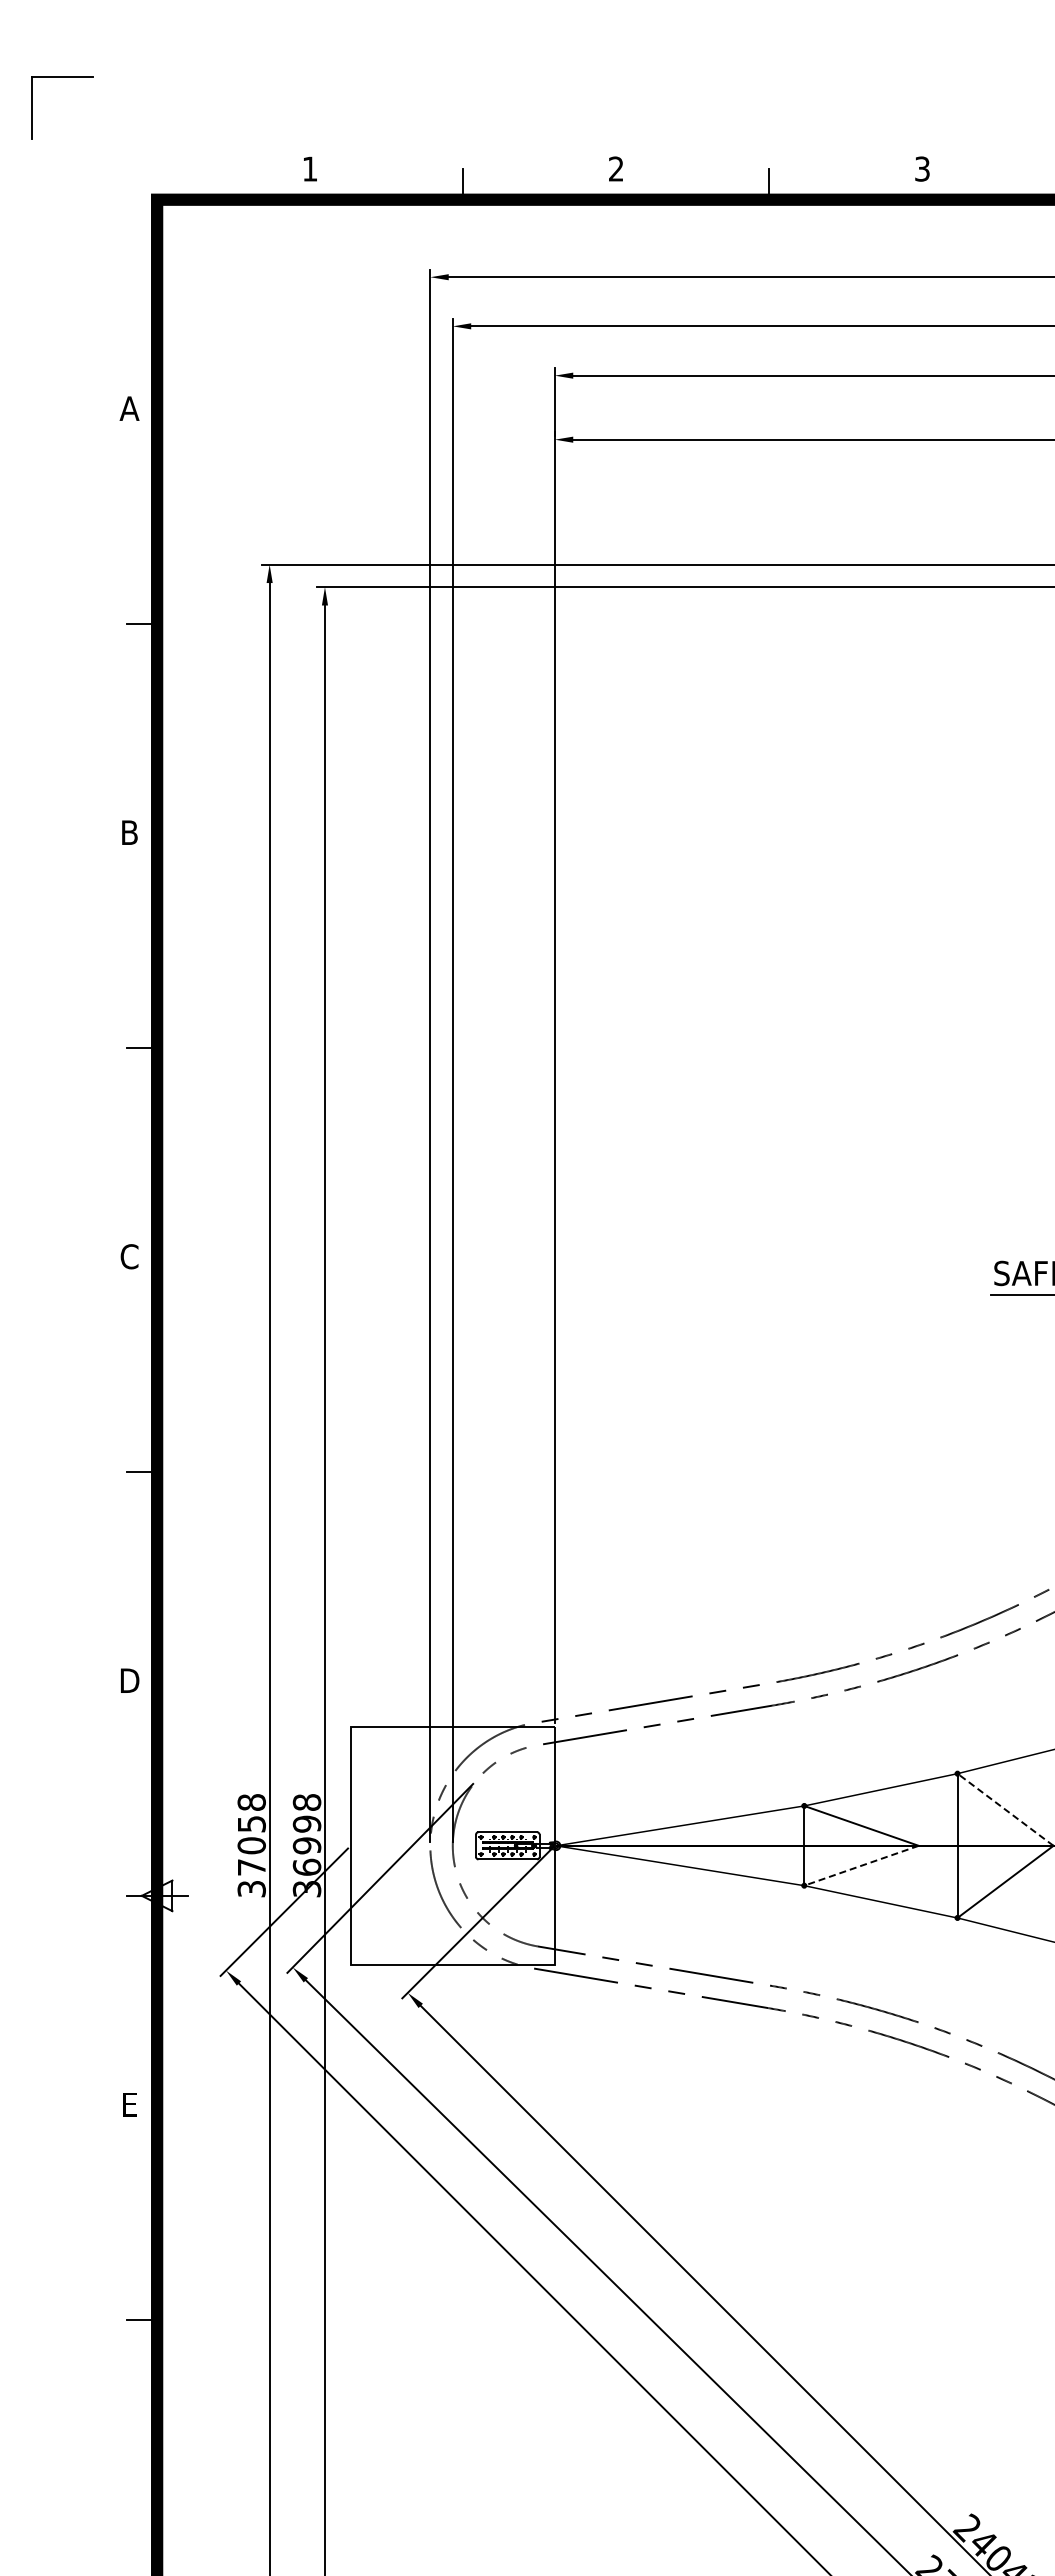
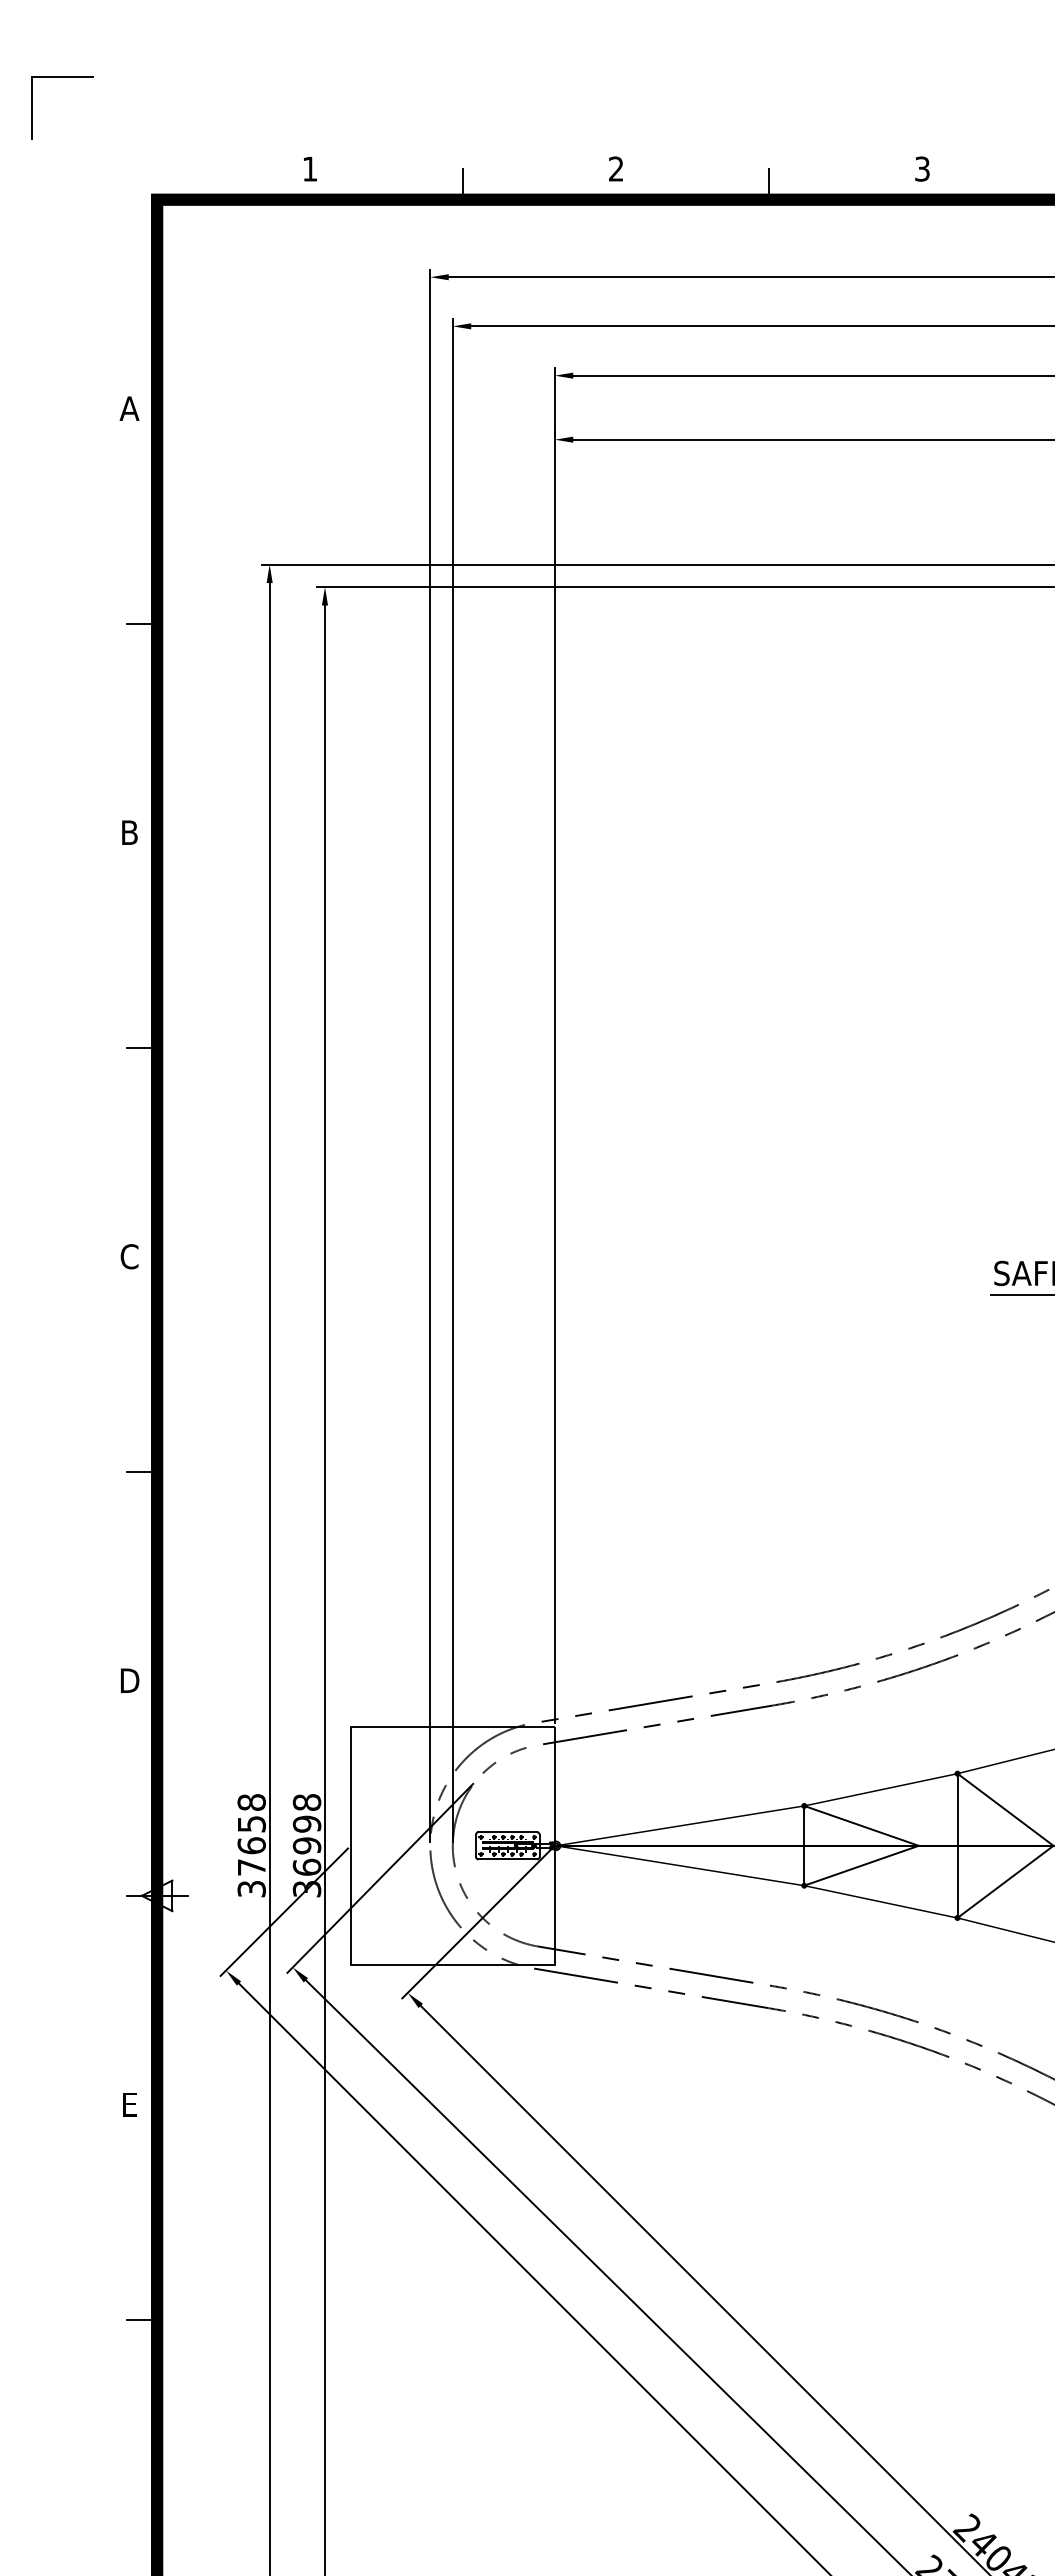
line at (1005, 1809): dashed -> solid
text at (251, 1845): 37058 -> 37658
line at (861, 1865): dashed -> solid
